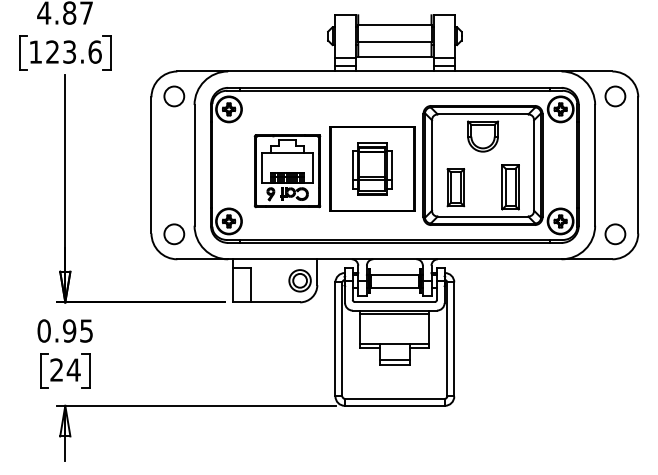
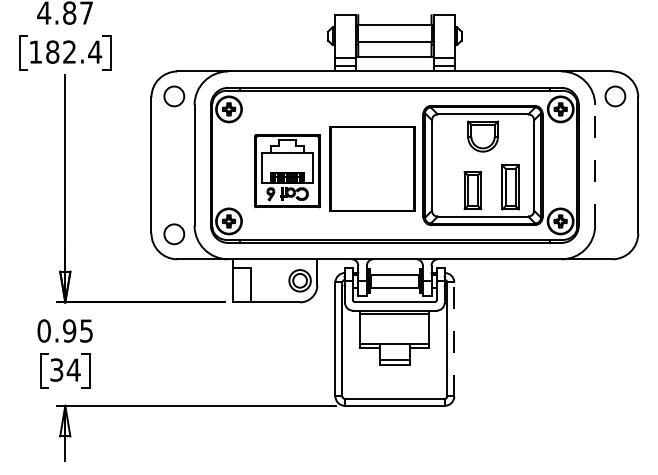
text at (74, 51): 123.6 -> 182.4
line at (595, 164): solid -> dashed
part at (372, 168): present -> none
part at (455, 187) position: (455, 187) -> (472, 190)
circle at (615, 234): present -> none
line at (454, 338): solid -> dashed
text at (56, 369): 24 -> 34
